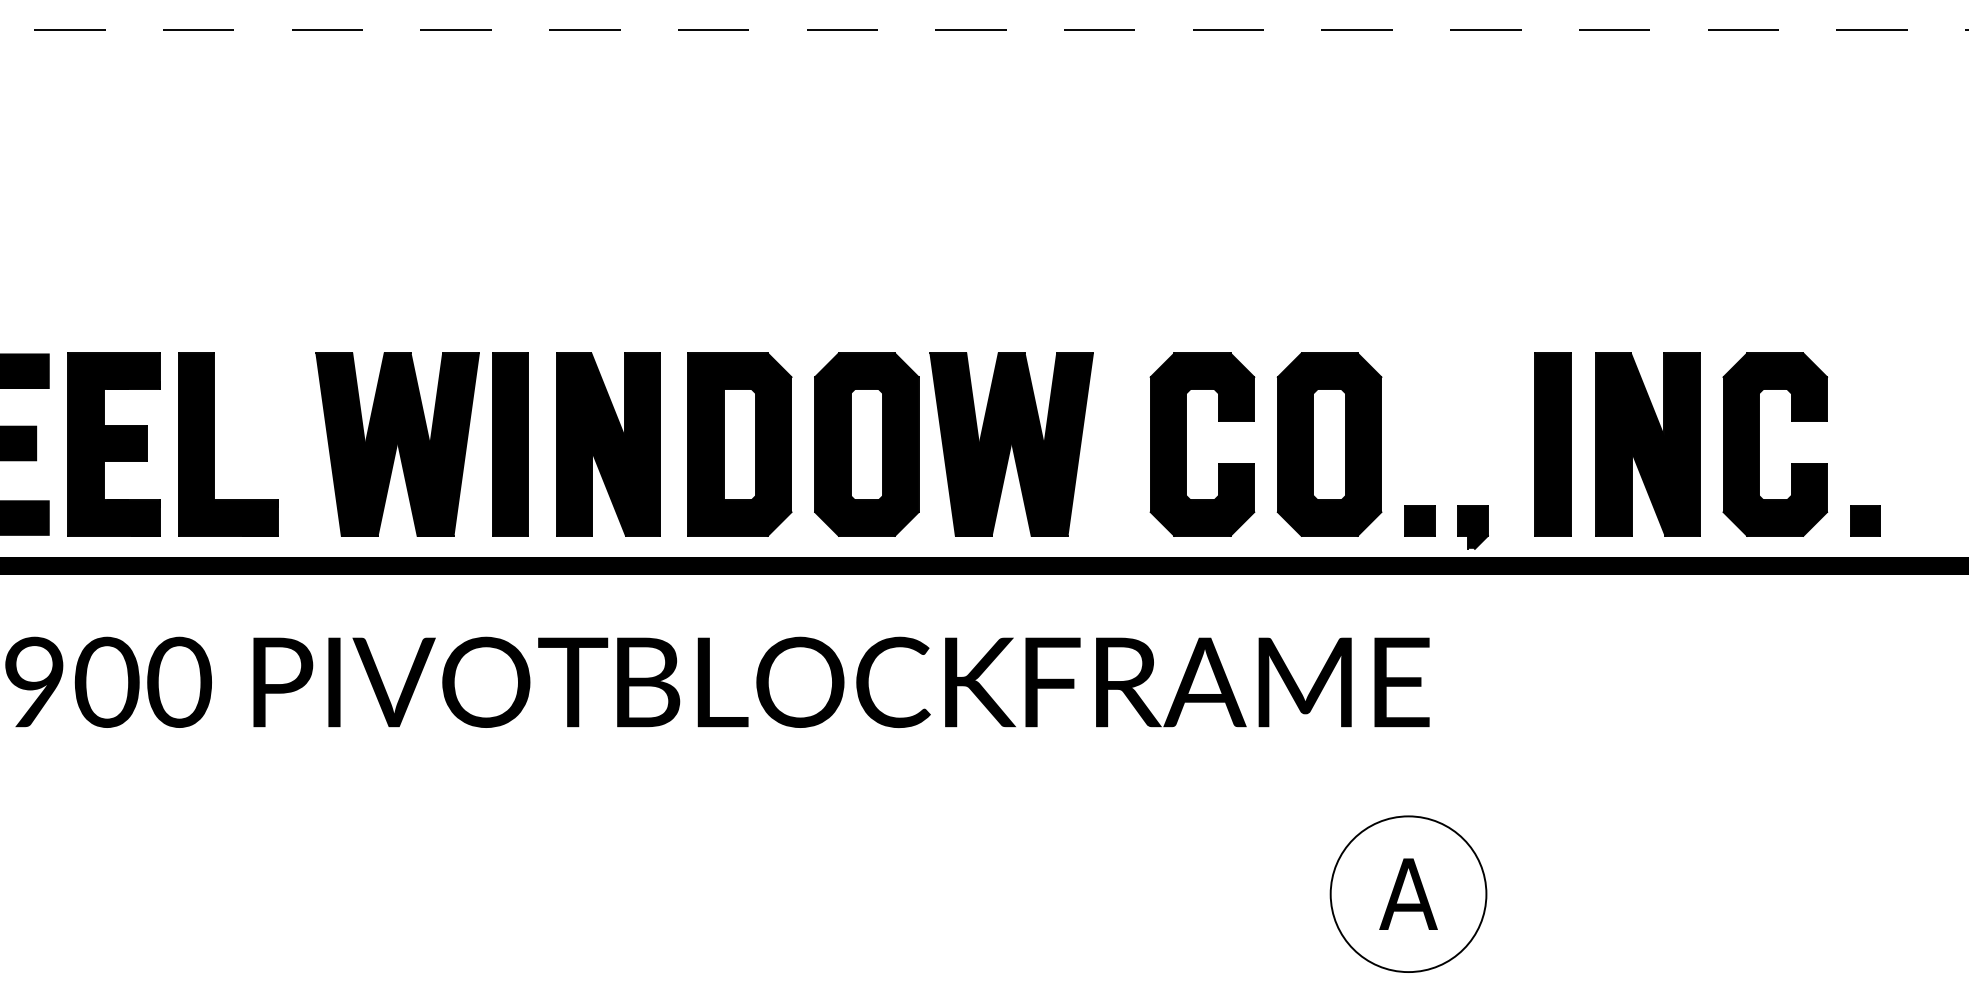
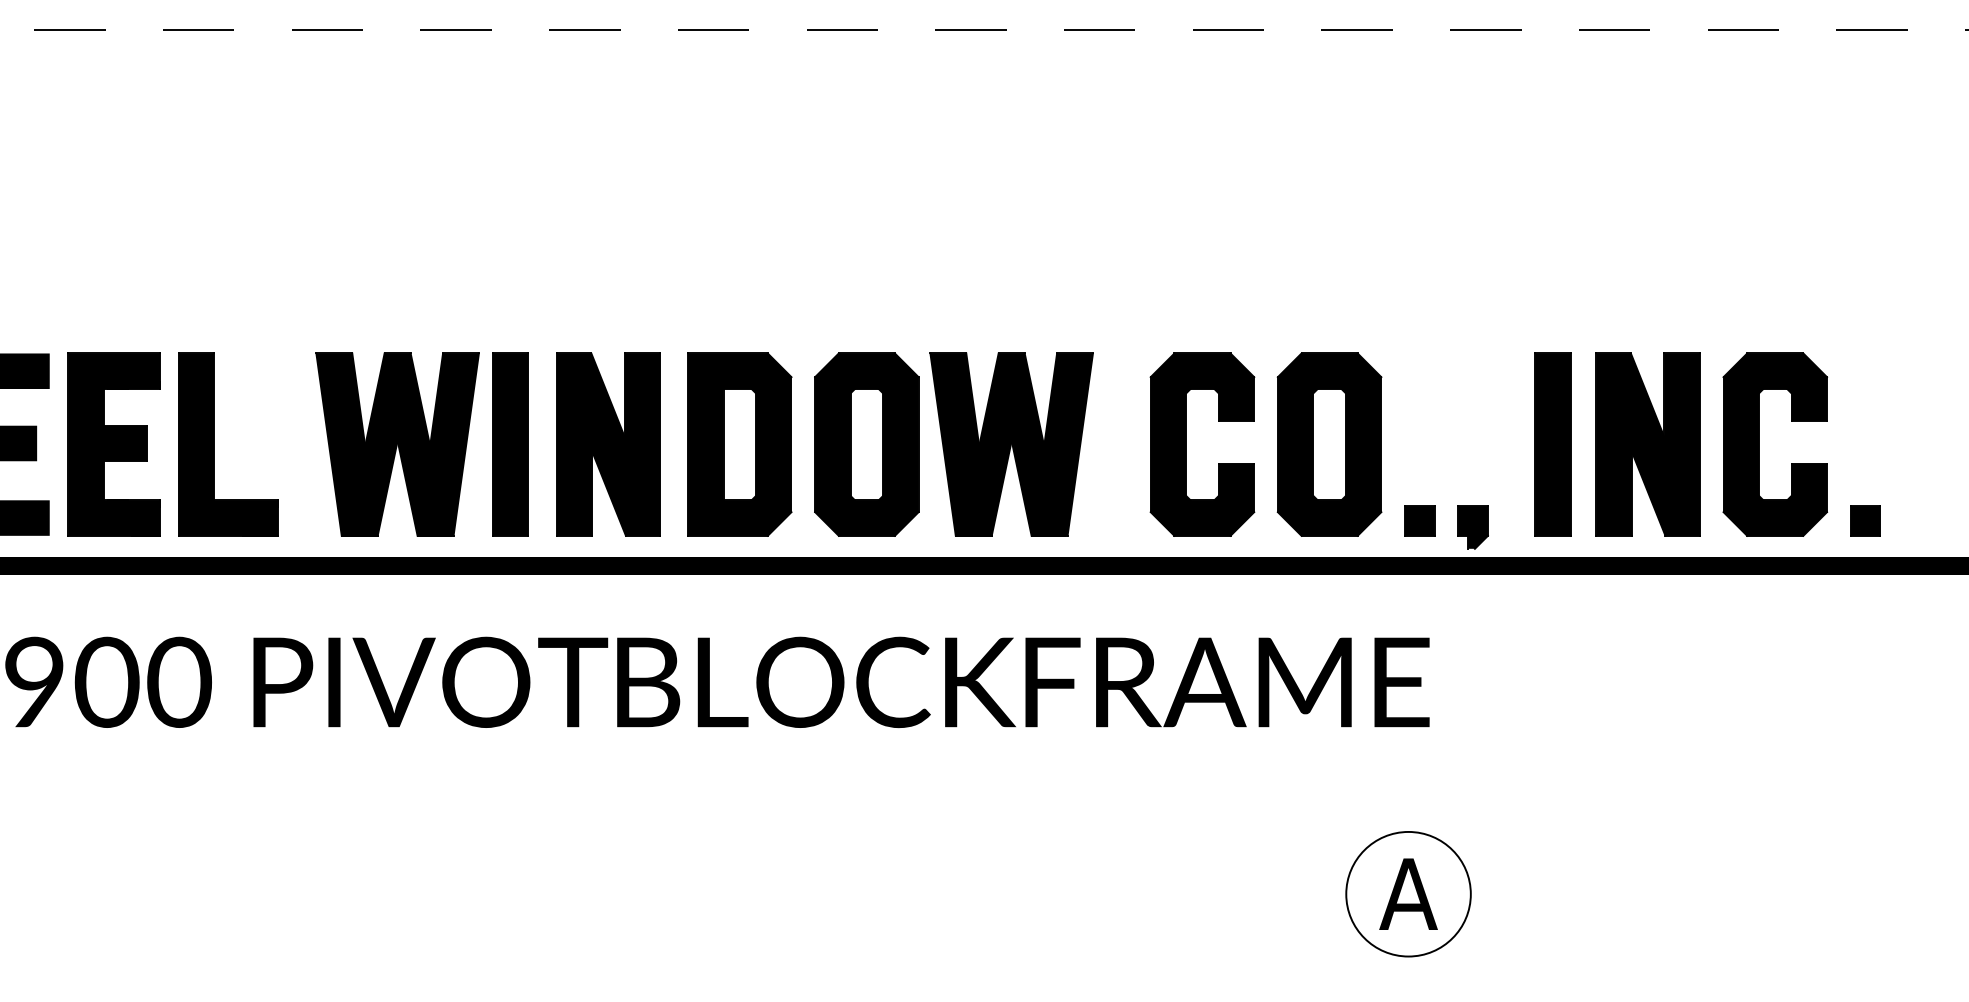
circle at (1408, 894) diameter: 156 px -> 125 px
